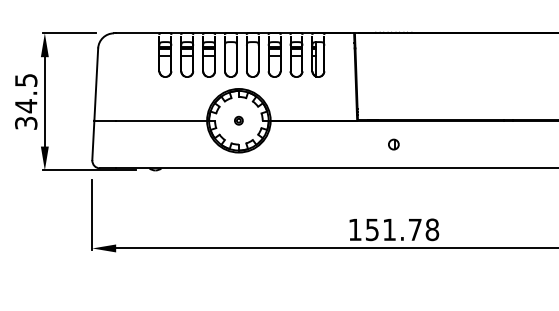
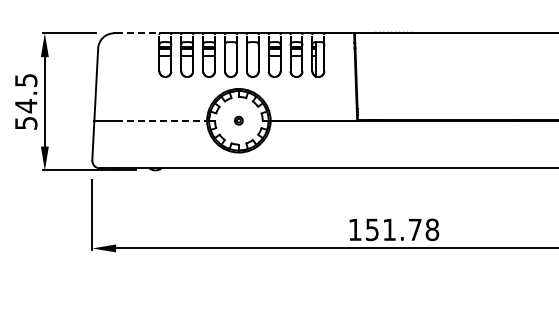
line at (138, 33): solid -> dashed
line at (161, 120): solid -> dashed
text at (25, 123): 34.5 -> 54.5
part at (393, 144): present -> none
